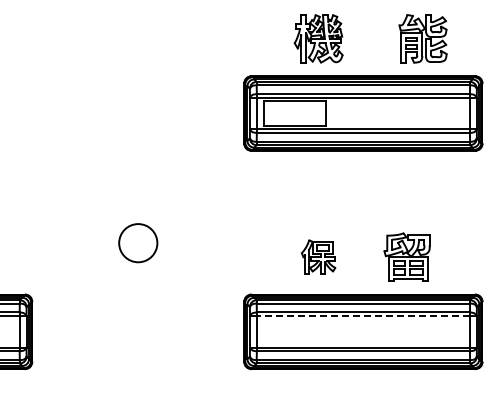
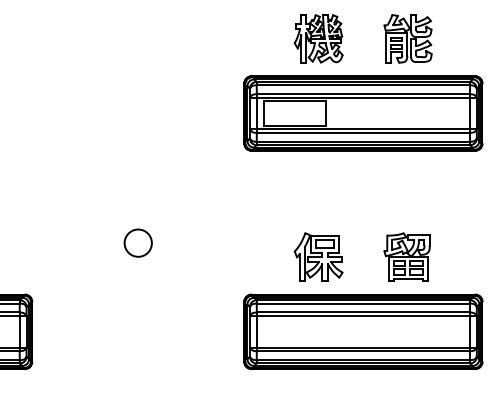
part at (422, 38) position: (422, 38) -> (407, 38)
circle at (138, 243) diameter: 38 px -> 27 px
part at (318, 256) size: 36x36 px -> 51x50 px
line at (363, 316): dashed -> solid
